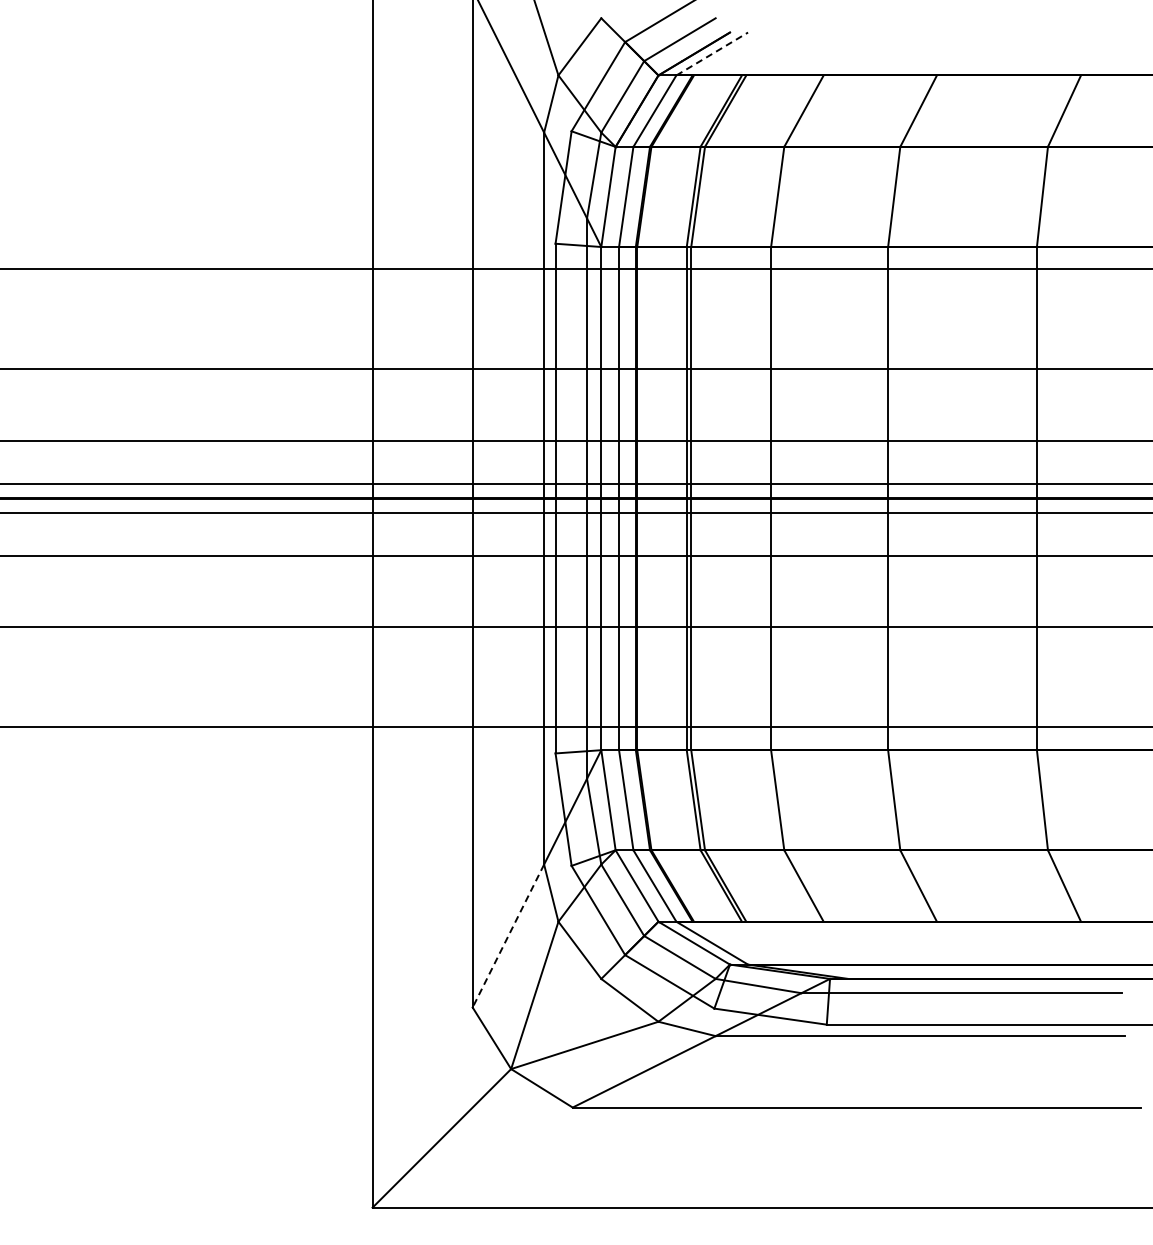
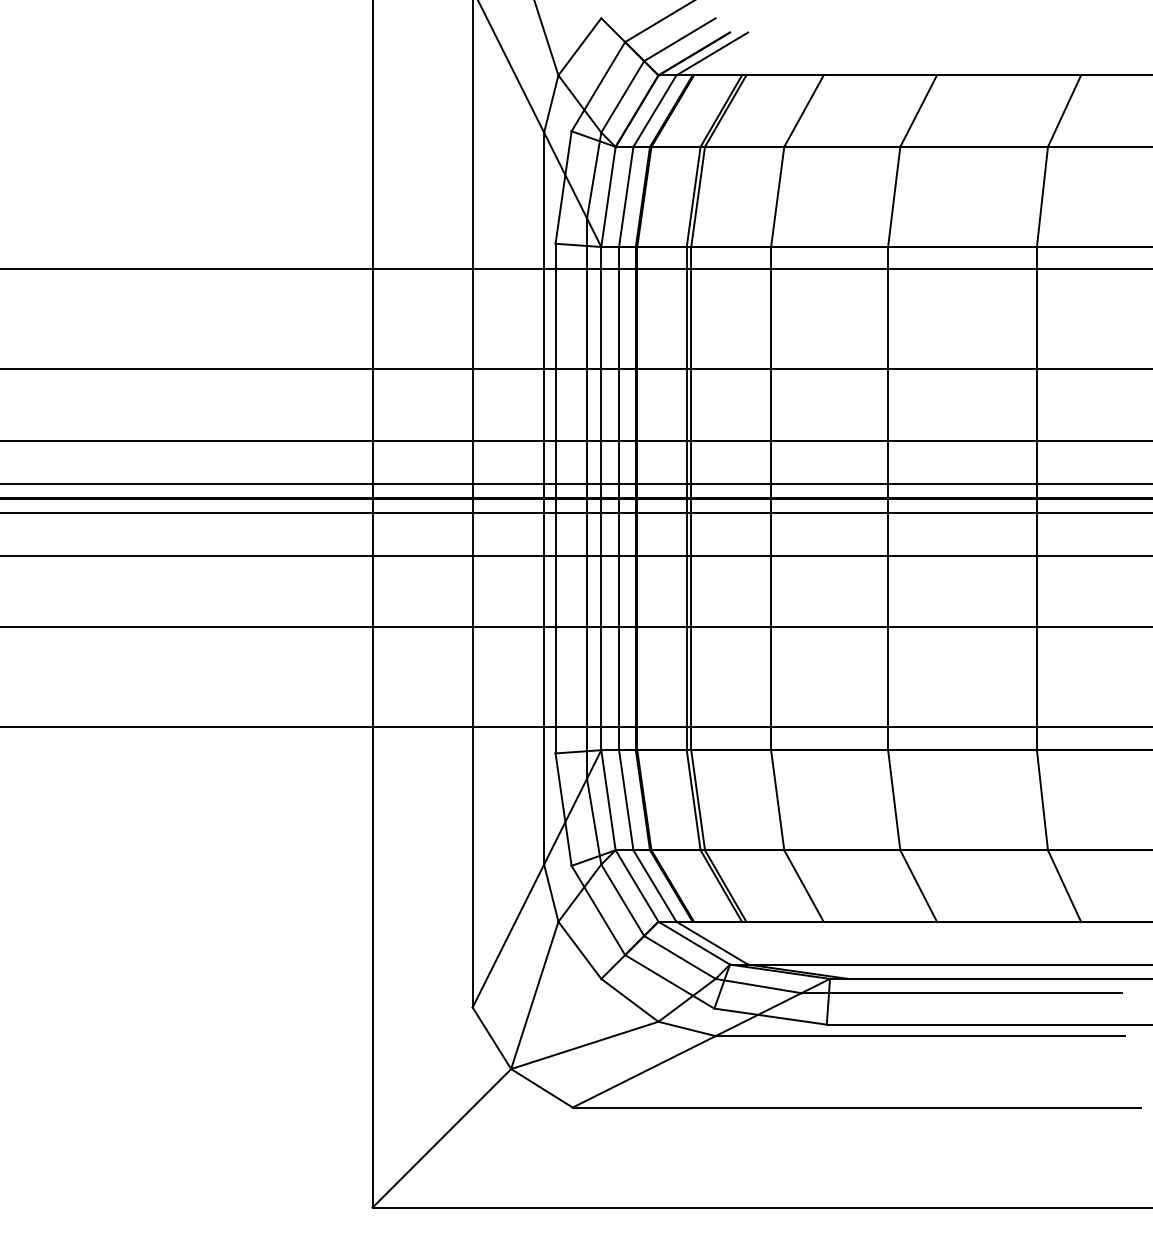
line at (712, 54): dashed -> solid
line at (508, 936): dashed -> solid
